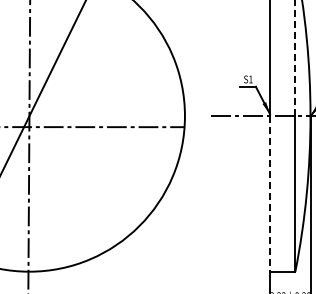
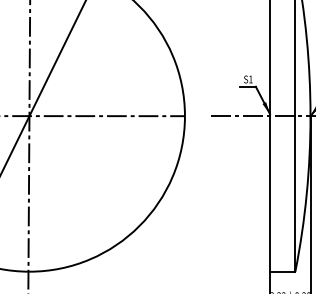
line at (295, 58): dashed -> solid
line at (93, 127) position: (93, 127) -> (93, 116)
line at (270, 194): dashed -> solid
